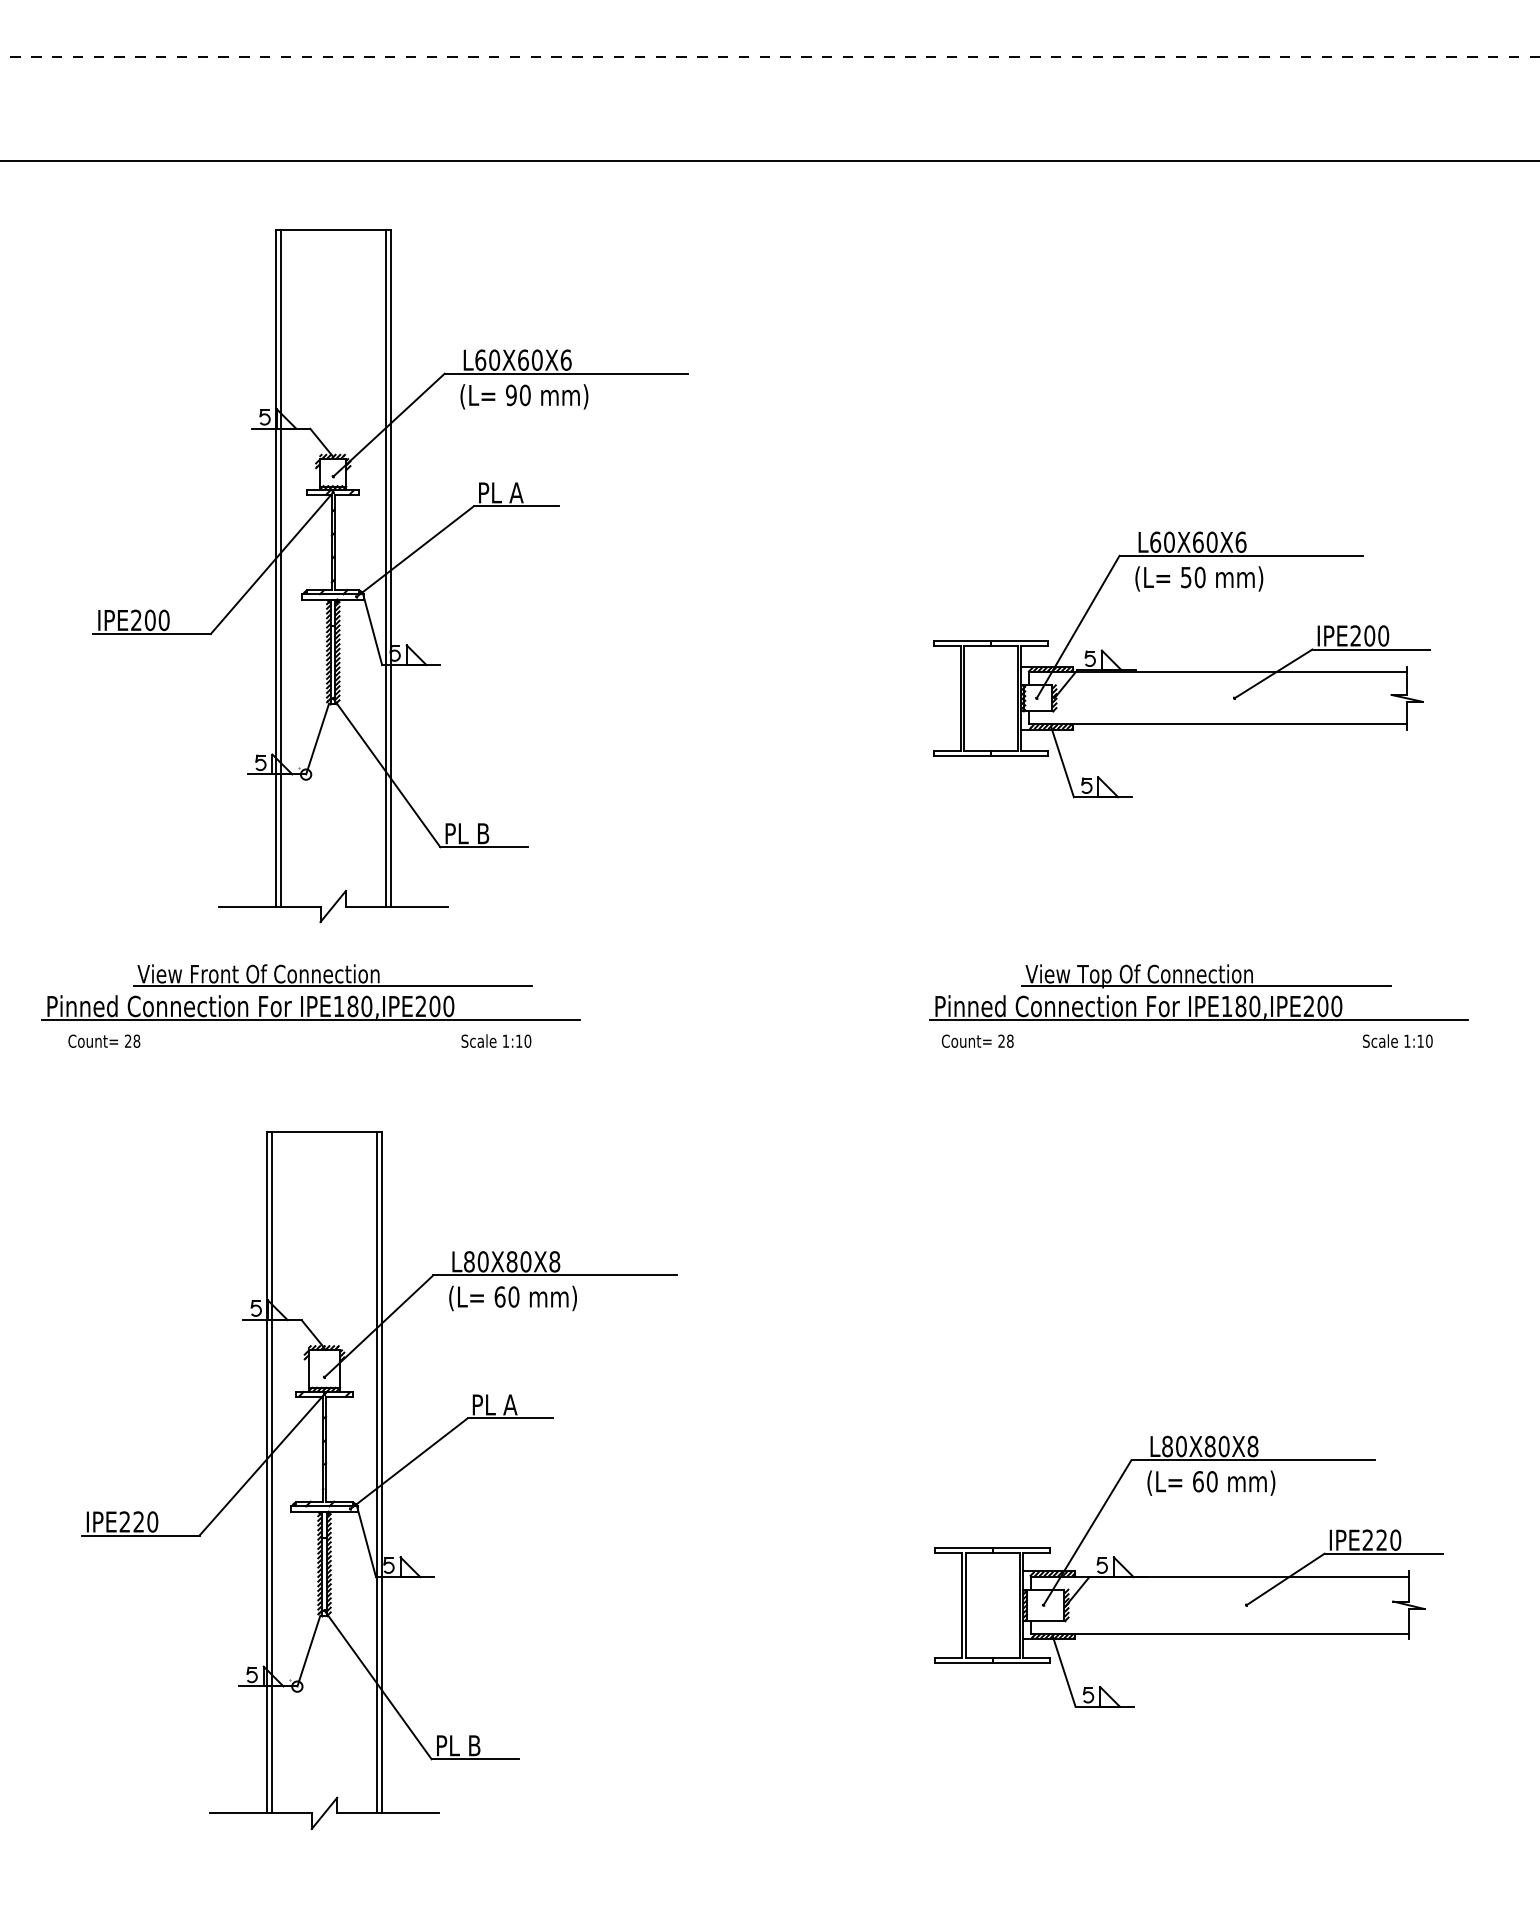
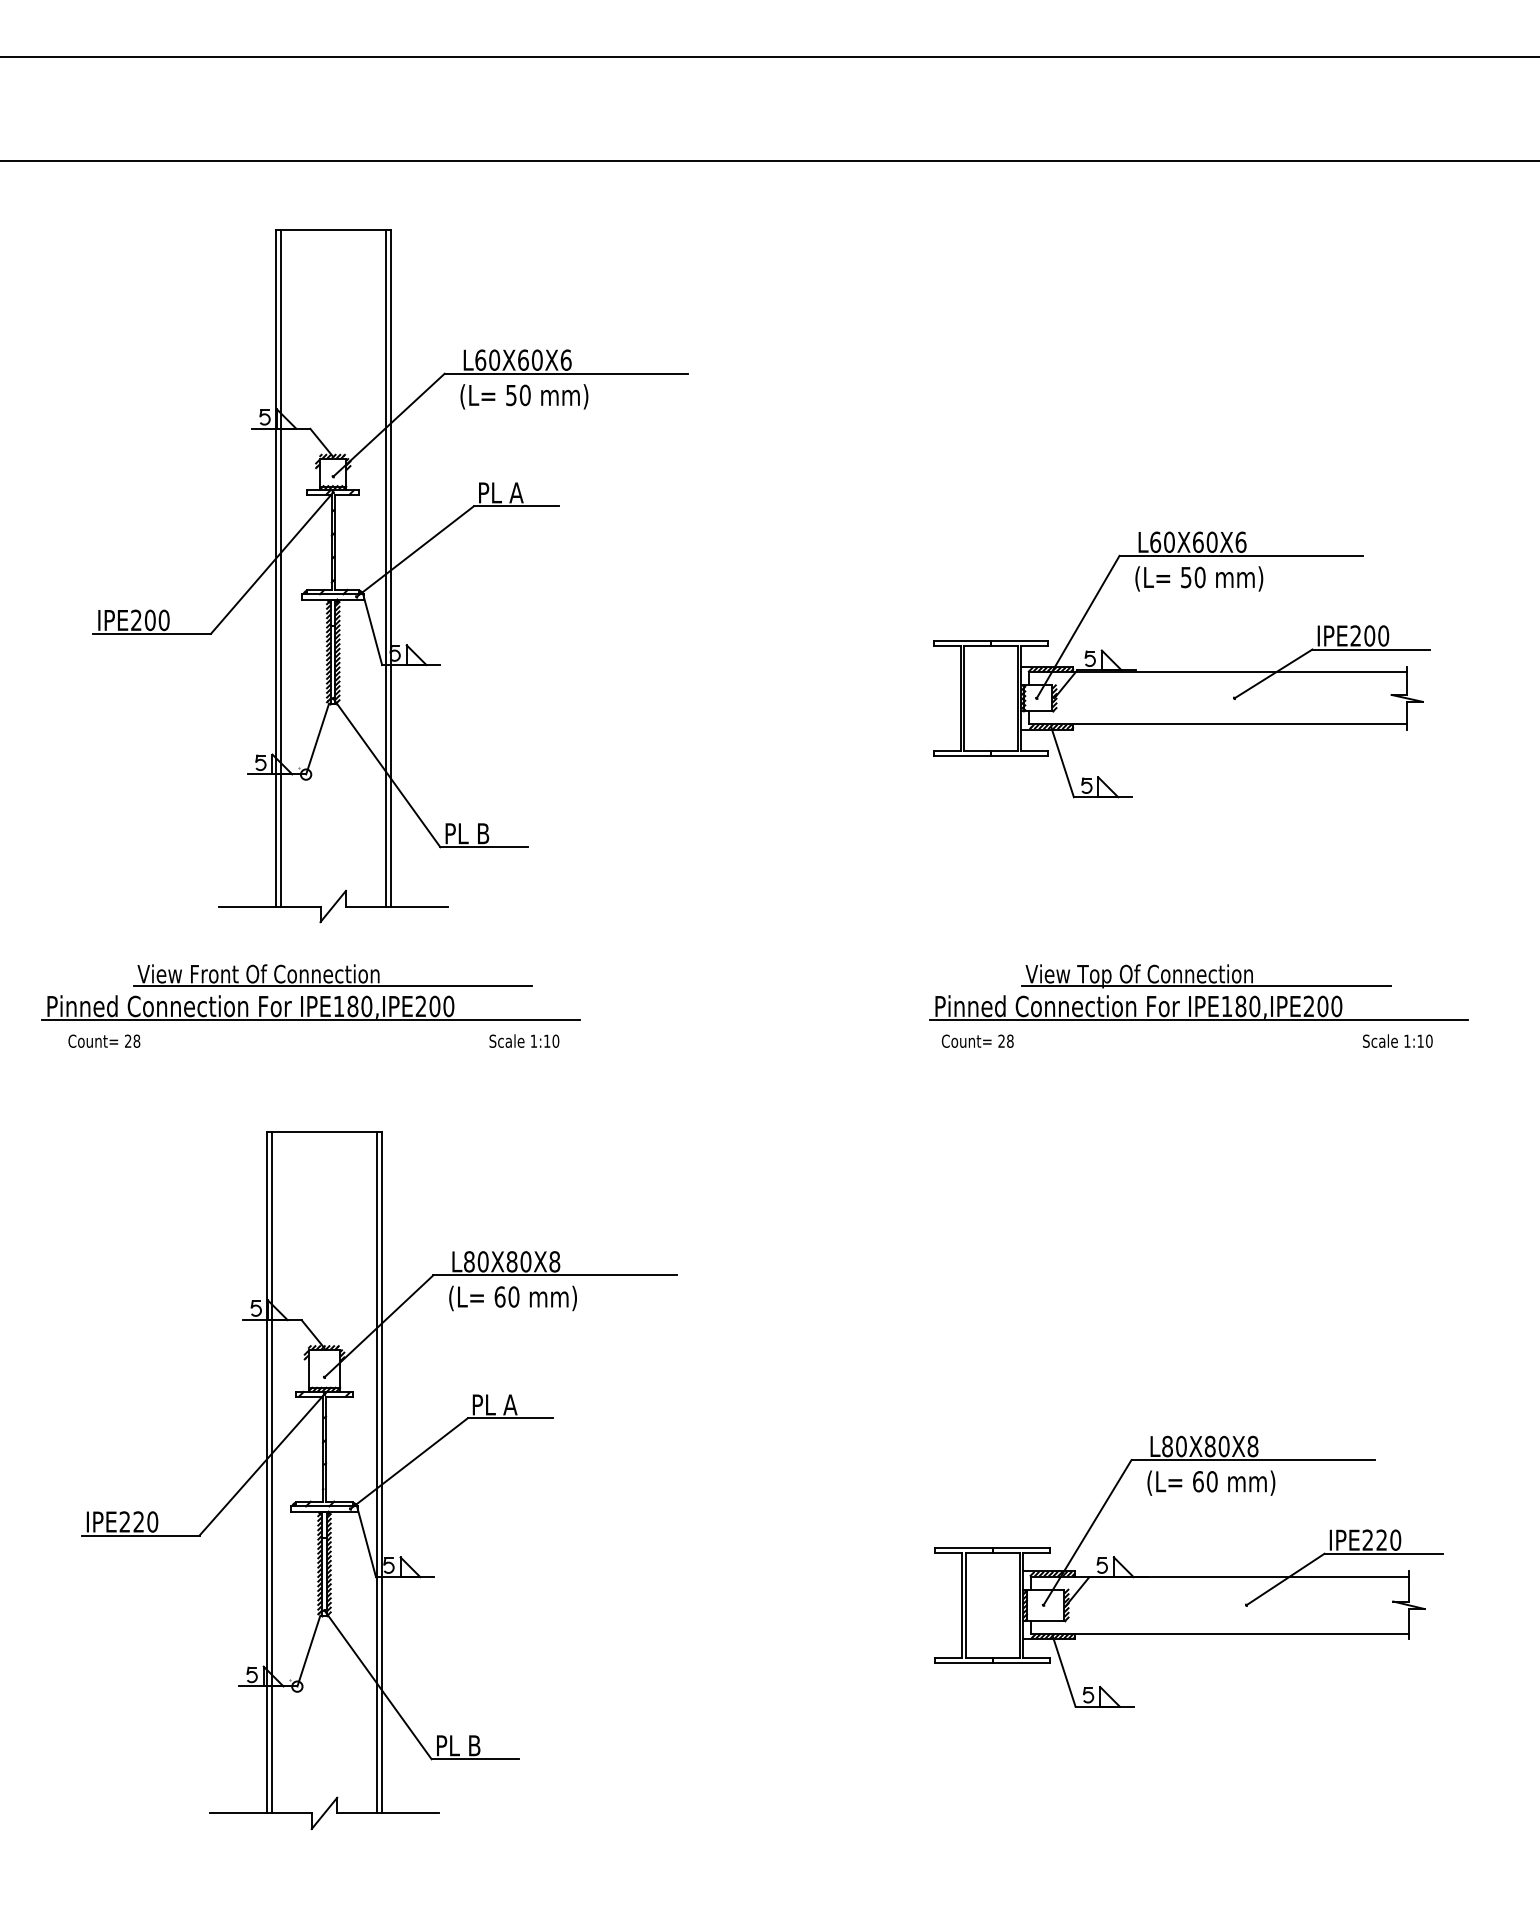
line at (769, 57): dashed -> solid
text at (511, 394): 90 -> 50
text at (496, 1040) position: (496, 1040) -> (524, 1040)
